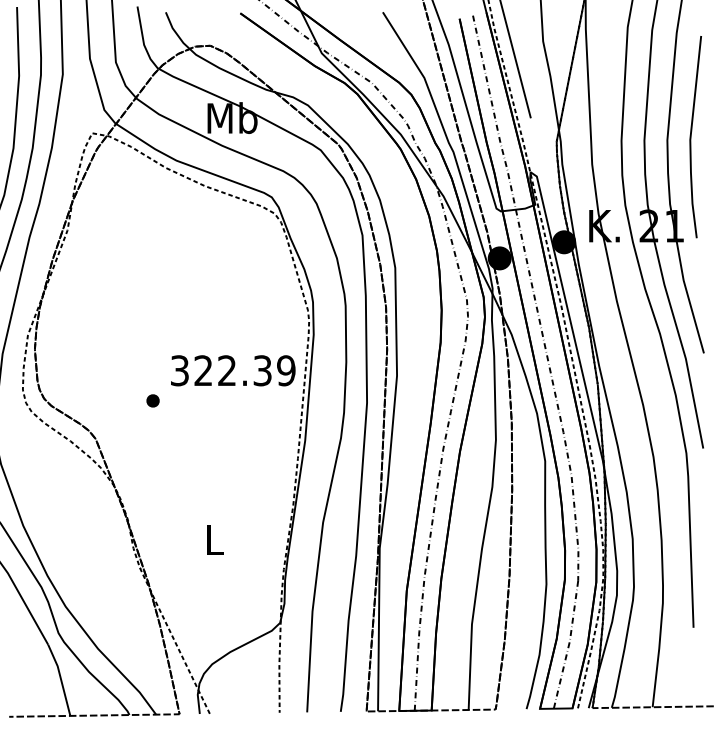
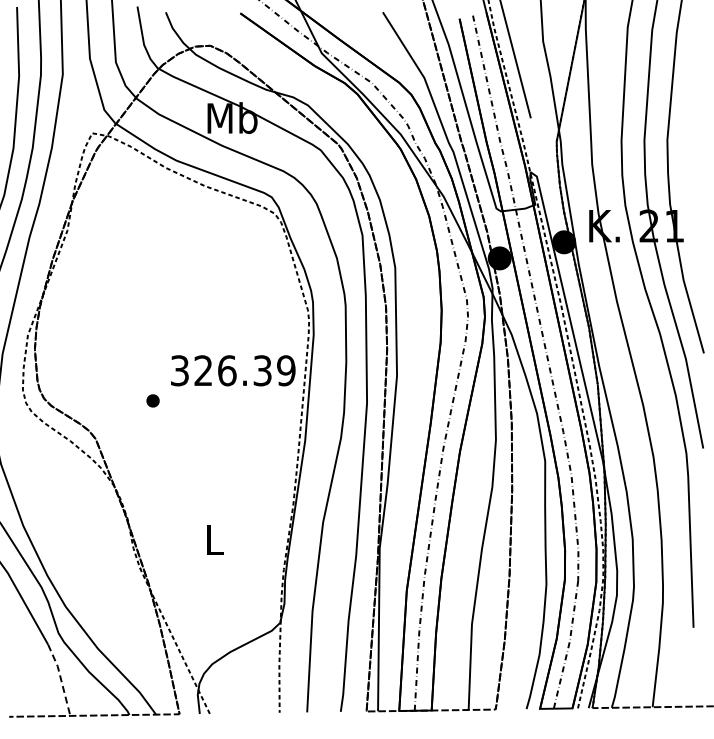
line at (691, 137): present -> none
text at (227, 370): 322.39 -> 326.39
line at (61, 679): solid -> dashed
